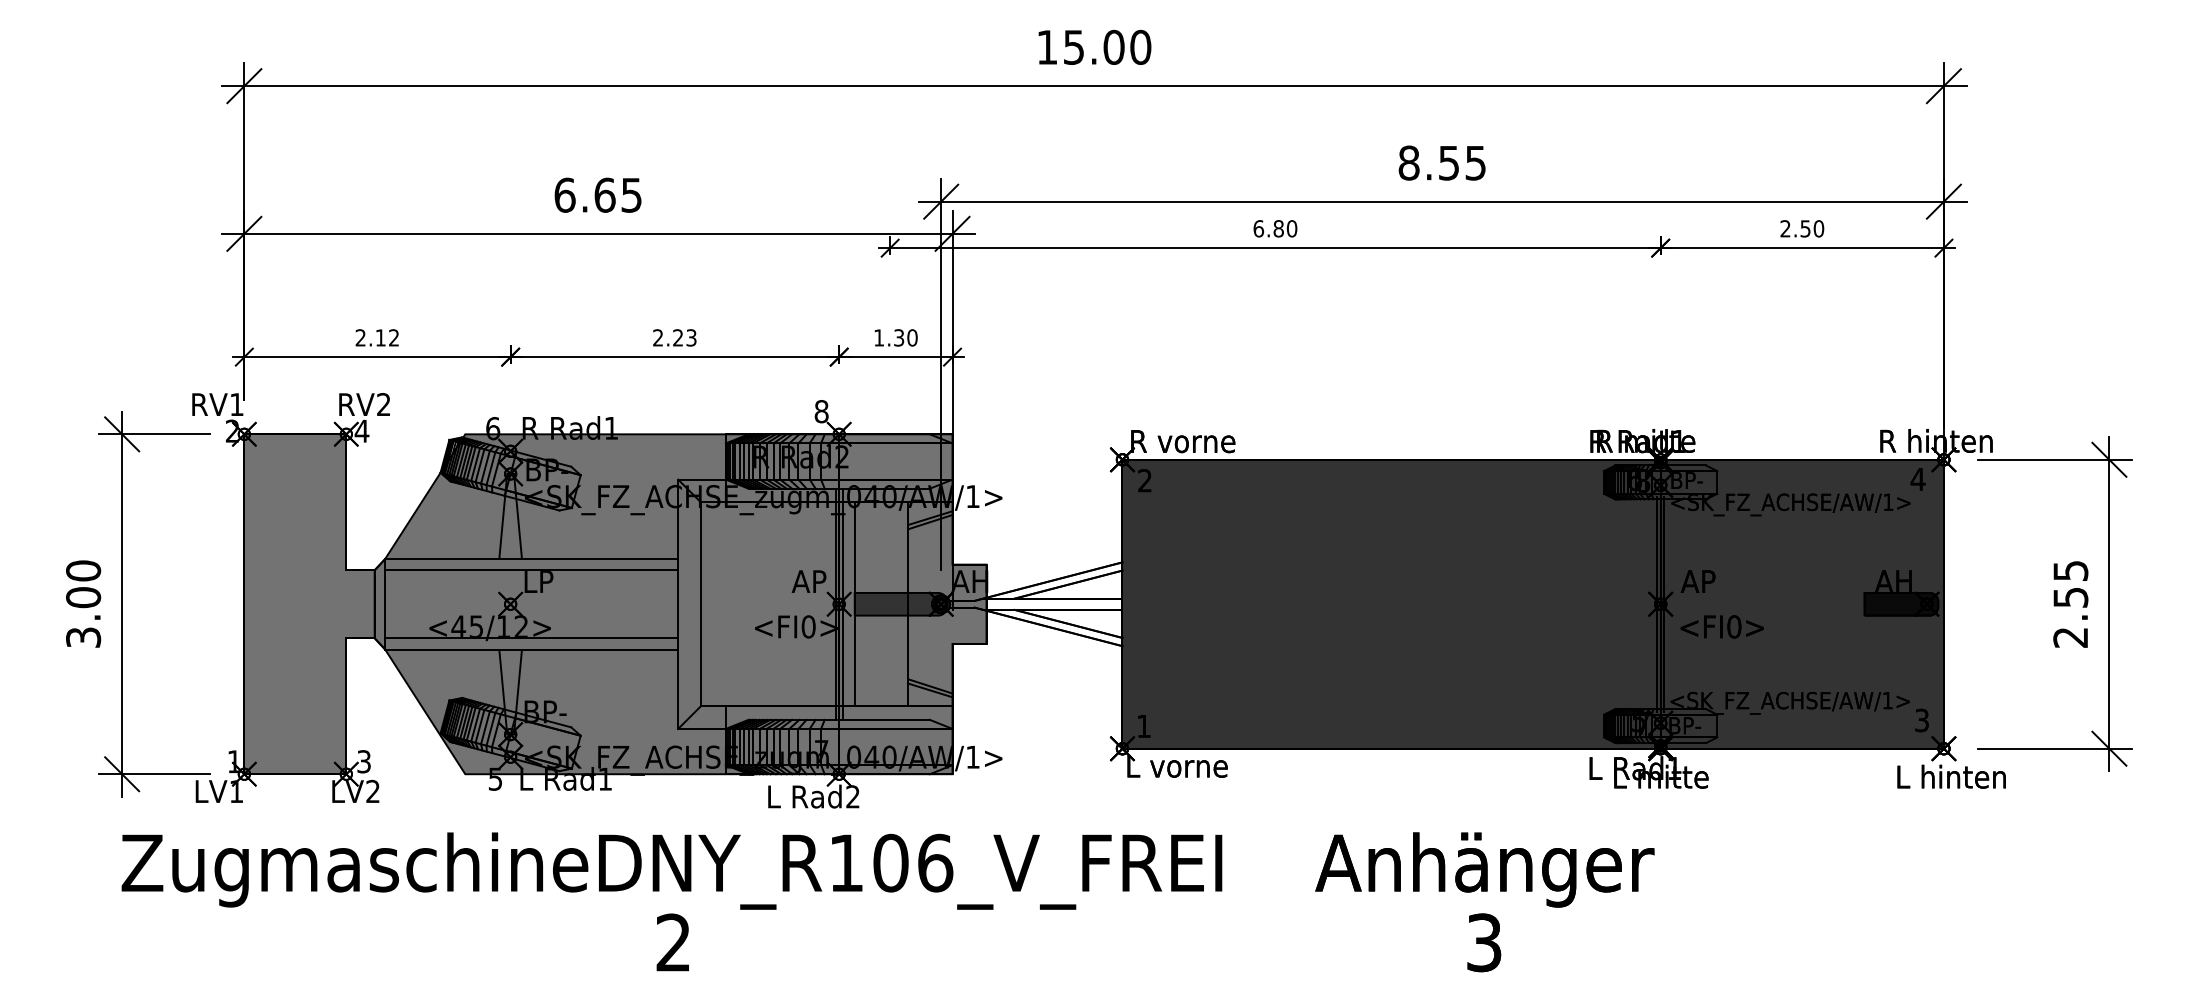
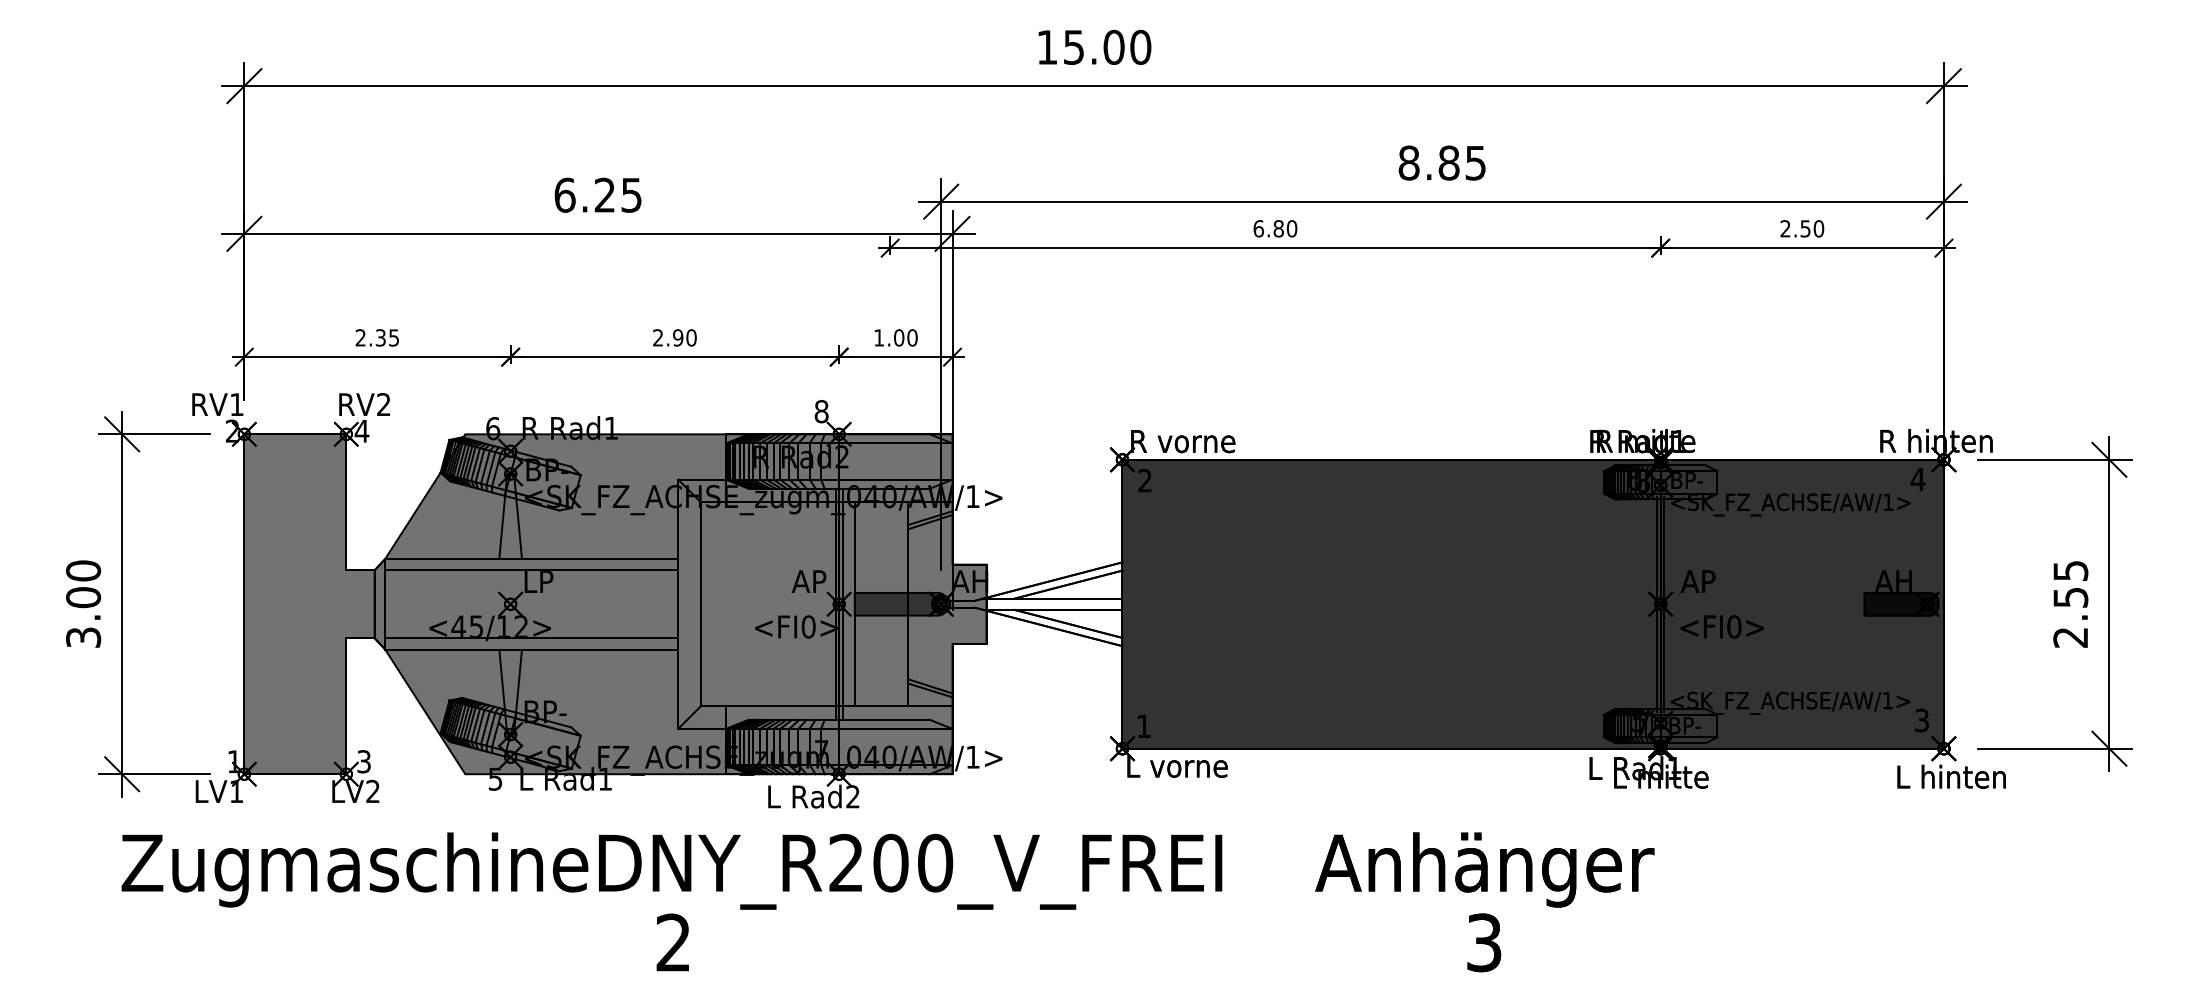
text at (1448, 162): 8.55 -> 8.85
text at (604, 194): 6.65 -> 6.25
text at (386, 337): 2.12 -> 2.35
text at (684, 337): 2.23 -> 2.90
text at (899, 337): 1.30 -> 1.00
text at (891, 862): ZugmaschineDNY_R106_V_FREI -> ZugmaschineDNY_R200_V_FREI
